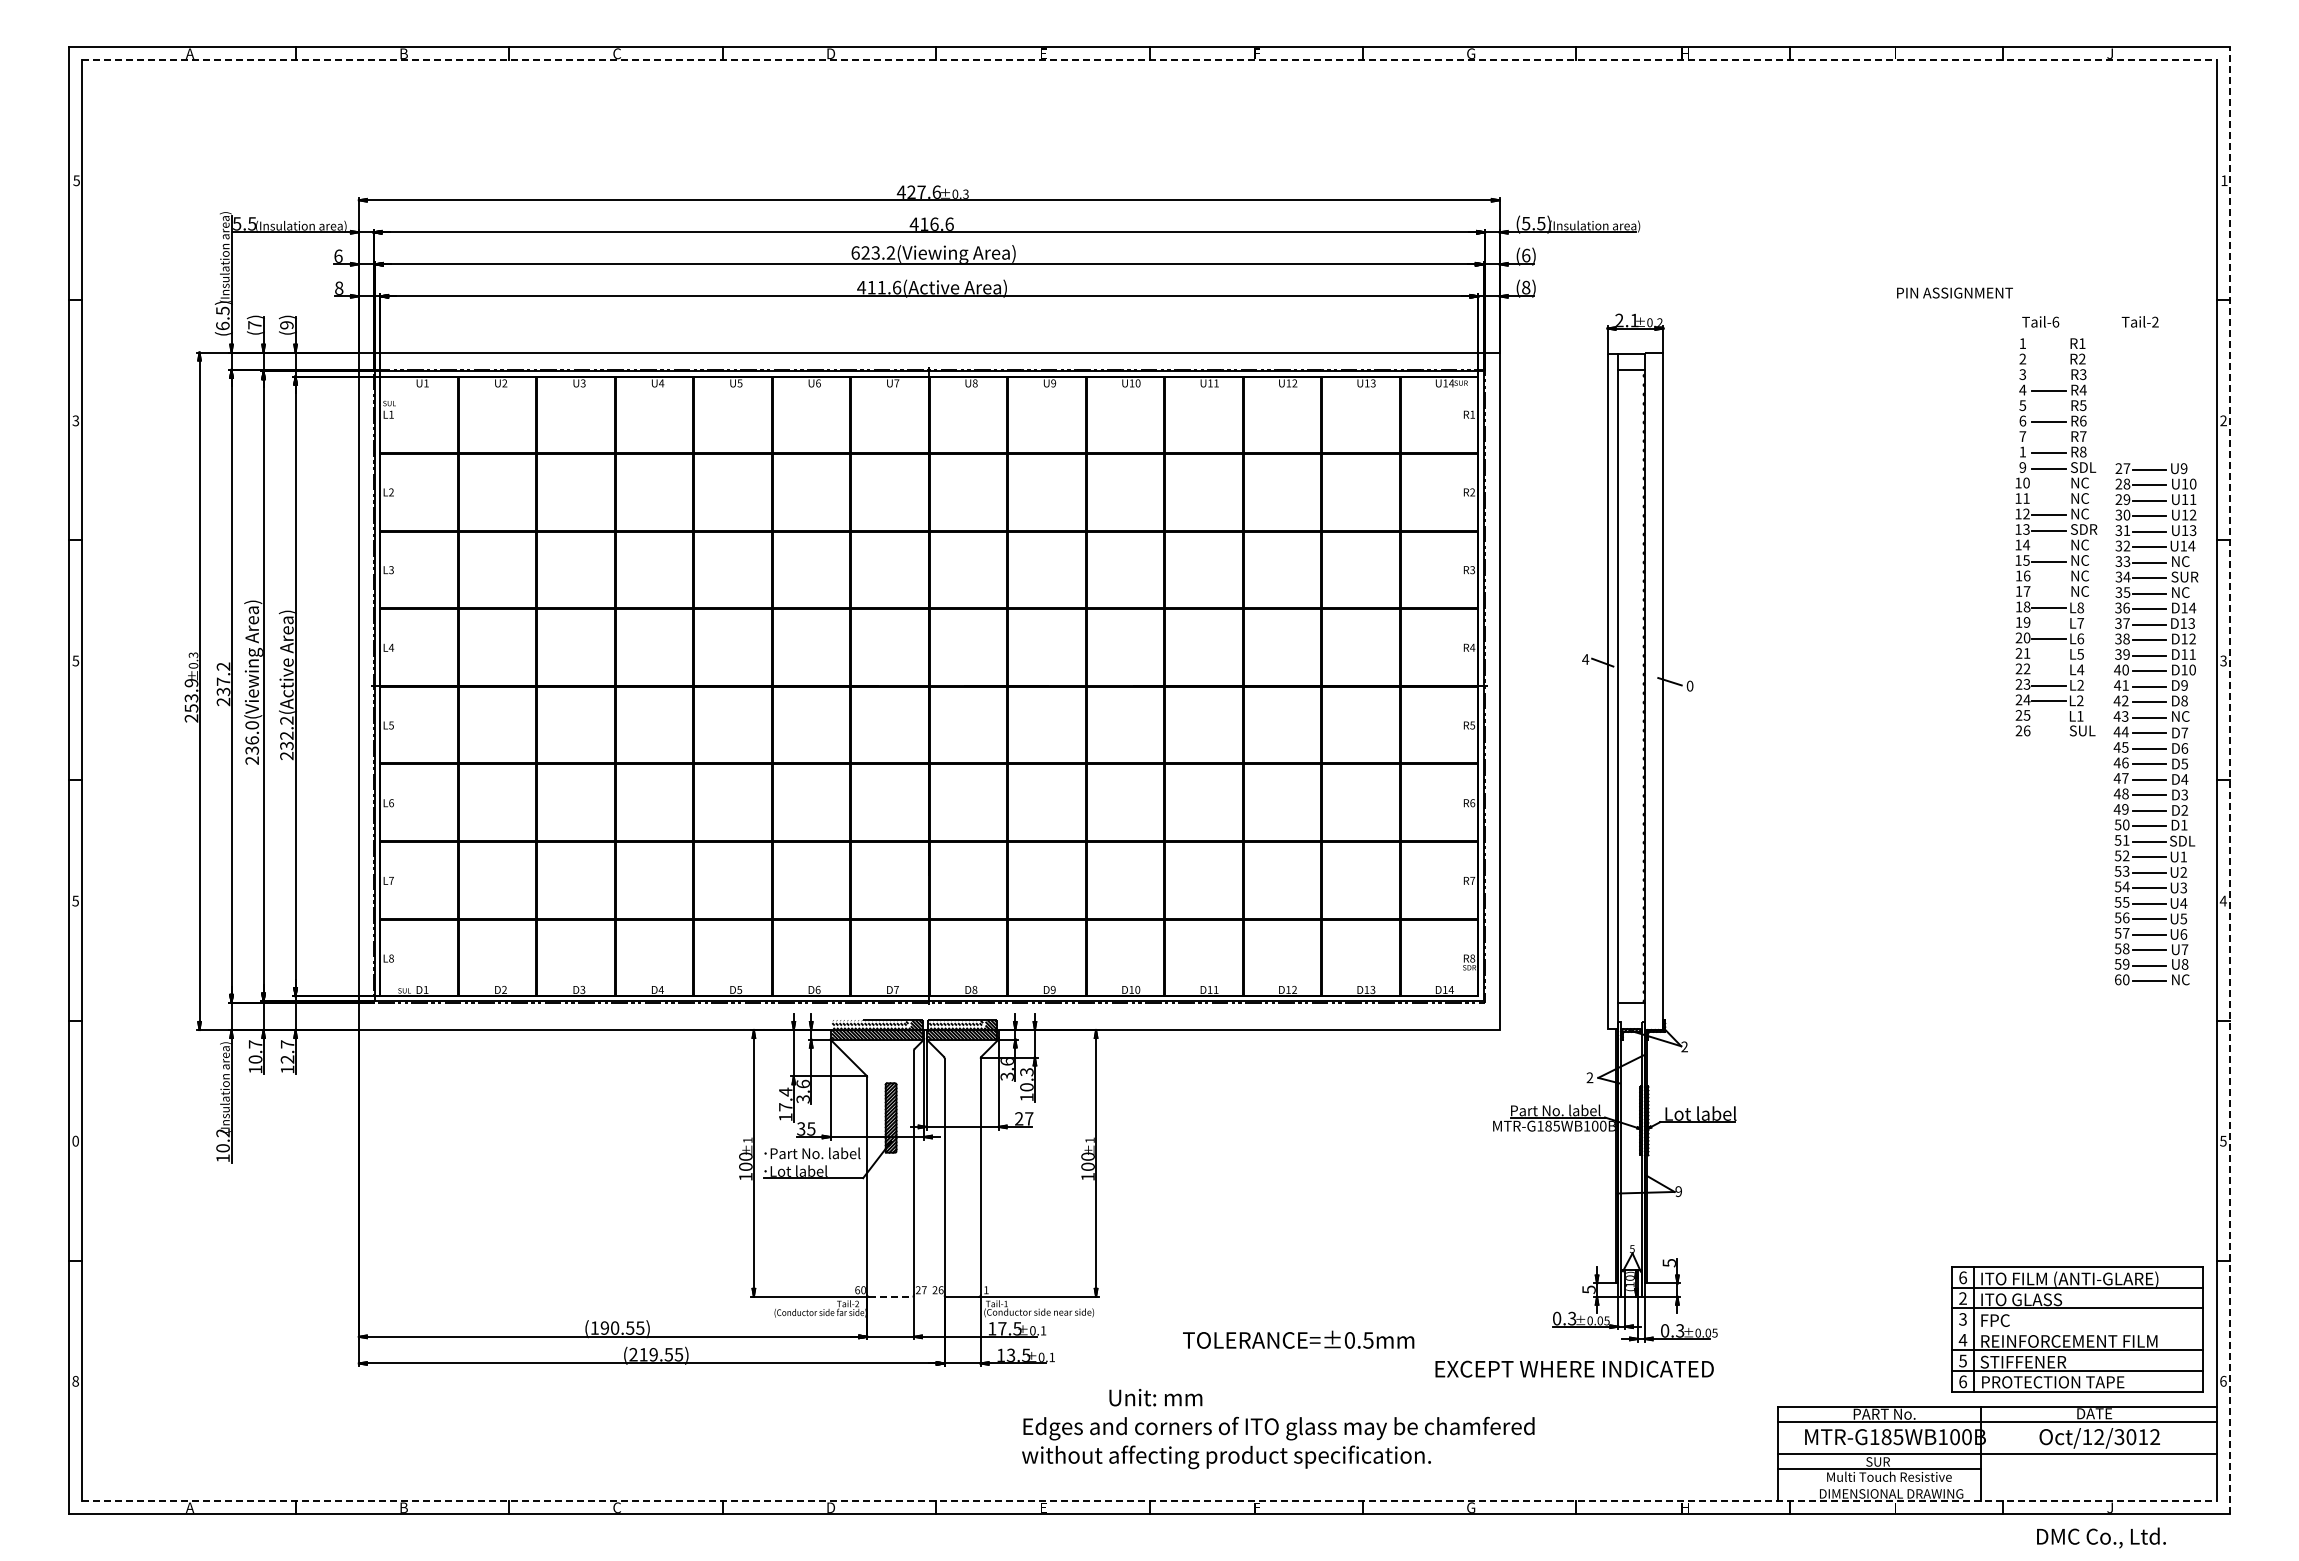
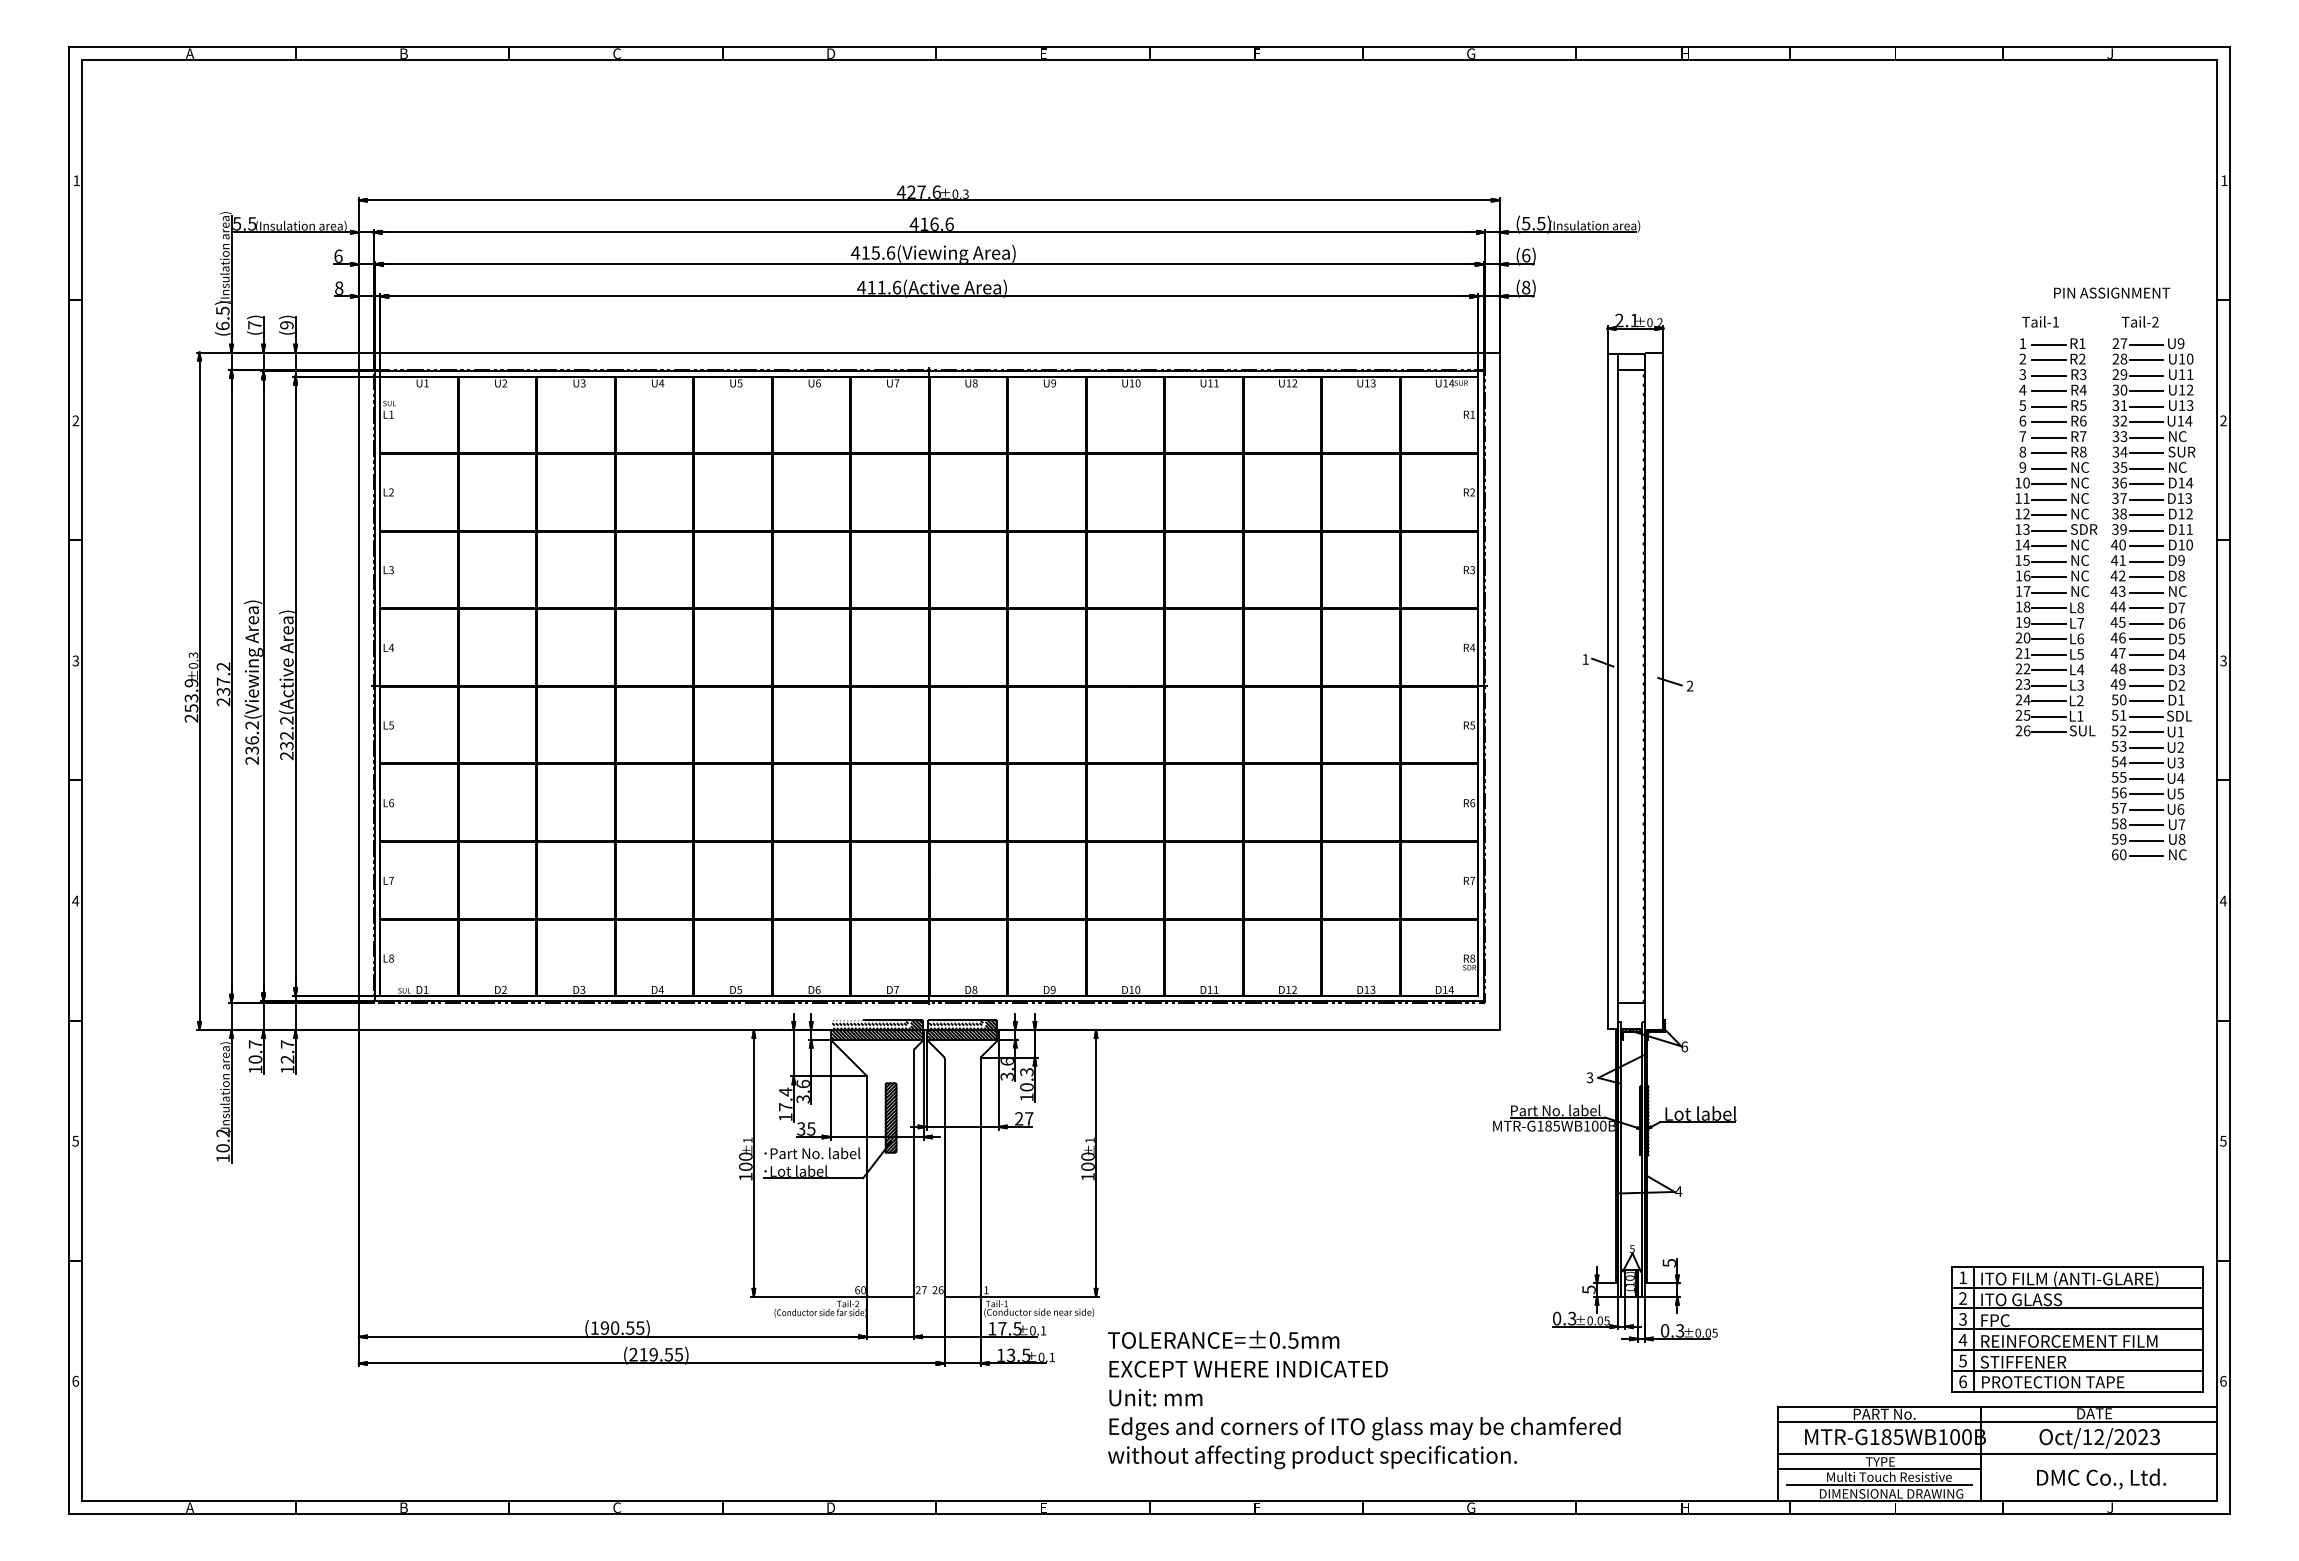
line at (1150, 60): dashed -> solid
text at (76, 180): 5 -> 1
text at (873, 252): 623.2(Viewing -> 415.6(Viewing
text at (1954, 292) position: (1954, 292) -> (2111, 292)
text at (2055, 321): Tail-6 -> Tail-1
line at (2048, 344): none -> present
line at (2048, 360): none -> present
line at (2048, 375): none -> present
line at (2048, 406): none -> present
text at (75, 421): 3 -> 2
line at (2048, 437): none -> present
text at (2022, 451): 1 -> 8
text at (2083, 467): SDL -> NC
line at (2048, 484): none -> present
line at (2048, 499): none -> present
line at (2048, 546): none -> present
line at (2048, 577): none -> present
line at (2048, 592): none -> present
line at (2048, 623): none -> present
line at (2048, 654): none -> present
text at (1585, 659): 4 -> 1
text at (76, 660): 5 -> 3
line at (2048, 670): none -> present
text at (1689, 685): 0 -> 2
text at (2080, 685): L2 -> L3
line at (2048, 716): none -> present
part at (2155, 724) position: (2155, 724) -> (2152, 599)
text at (252, 725): 236.0(Viewing -> 236.2(Viewing
line at (2048, 732): none -> present
line at (2230, 780): dashed -> solid
text at (75, 900): 5 -> 4
text at (1684, 1046): 2 -> 6
text at (1589, 1078): 2 -> 3
text at (75, 1140): 0 -> 5
text at (1678, 1191): 9 -> 4
text at (1962, 1277): 6 -> 1
line at (891, 1296): dashed -> solid
line at (2077, 1329): none -> present
text at (1298, 1339) position: (1298, 1339) -> (1223, 1339)
text at (1574, 1368) position: (1574, 1368) -> (1248, 1368)
text at (75, 1381): 8 -> 6
text at (2136, 1437): Oct/12/3012 -> Oct/12/2023
text at (1278, 1442) position: (1278, 1442) -> (1364, 1442)
text at (1880, 1461): SUR -> TYPE
line at (1879, 1485): none -> present
line at (1150, 1500): dashed -> solid
text at (2101, 1537) position: (2101, 1537) -> (2101, 1478)
